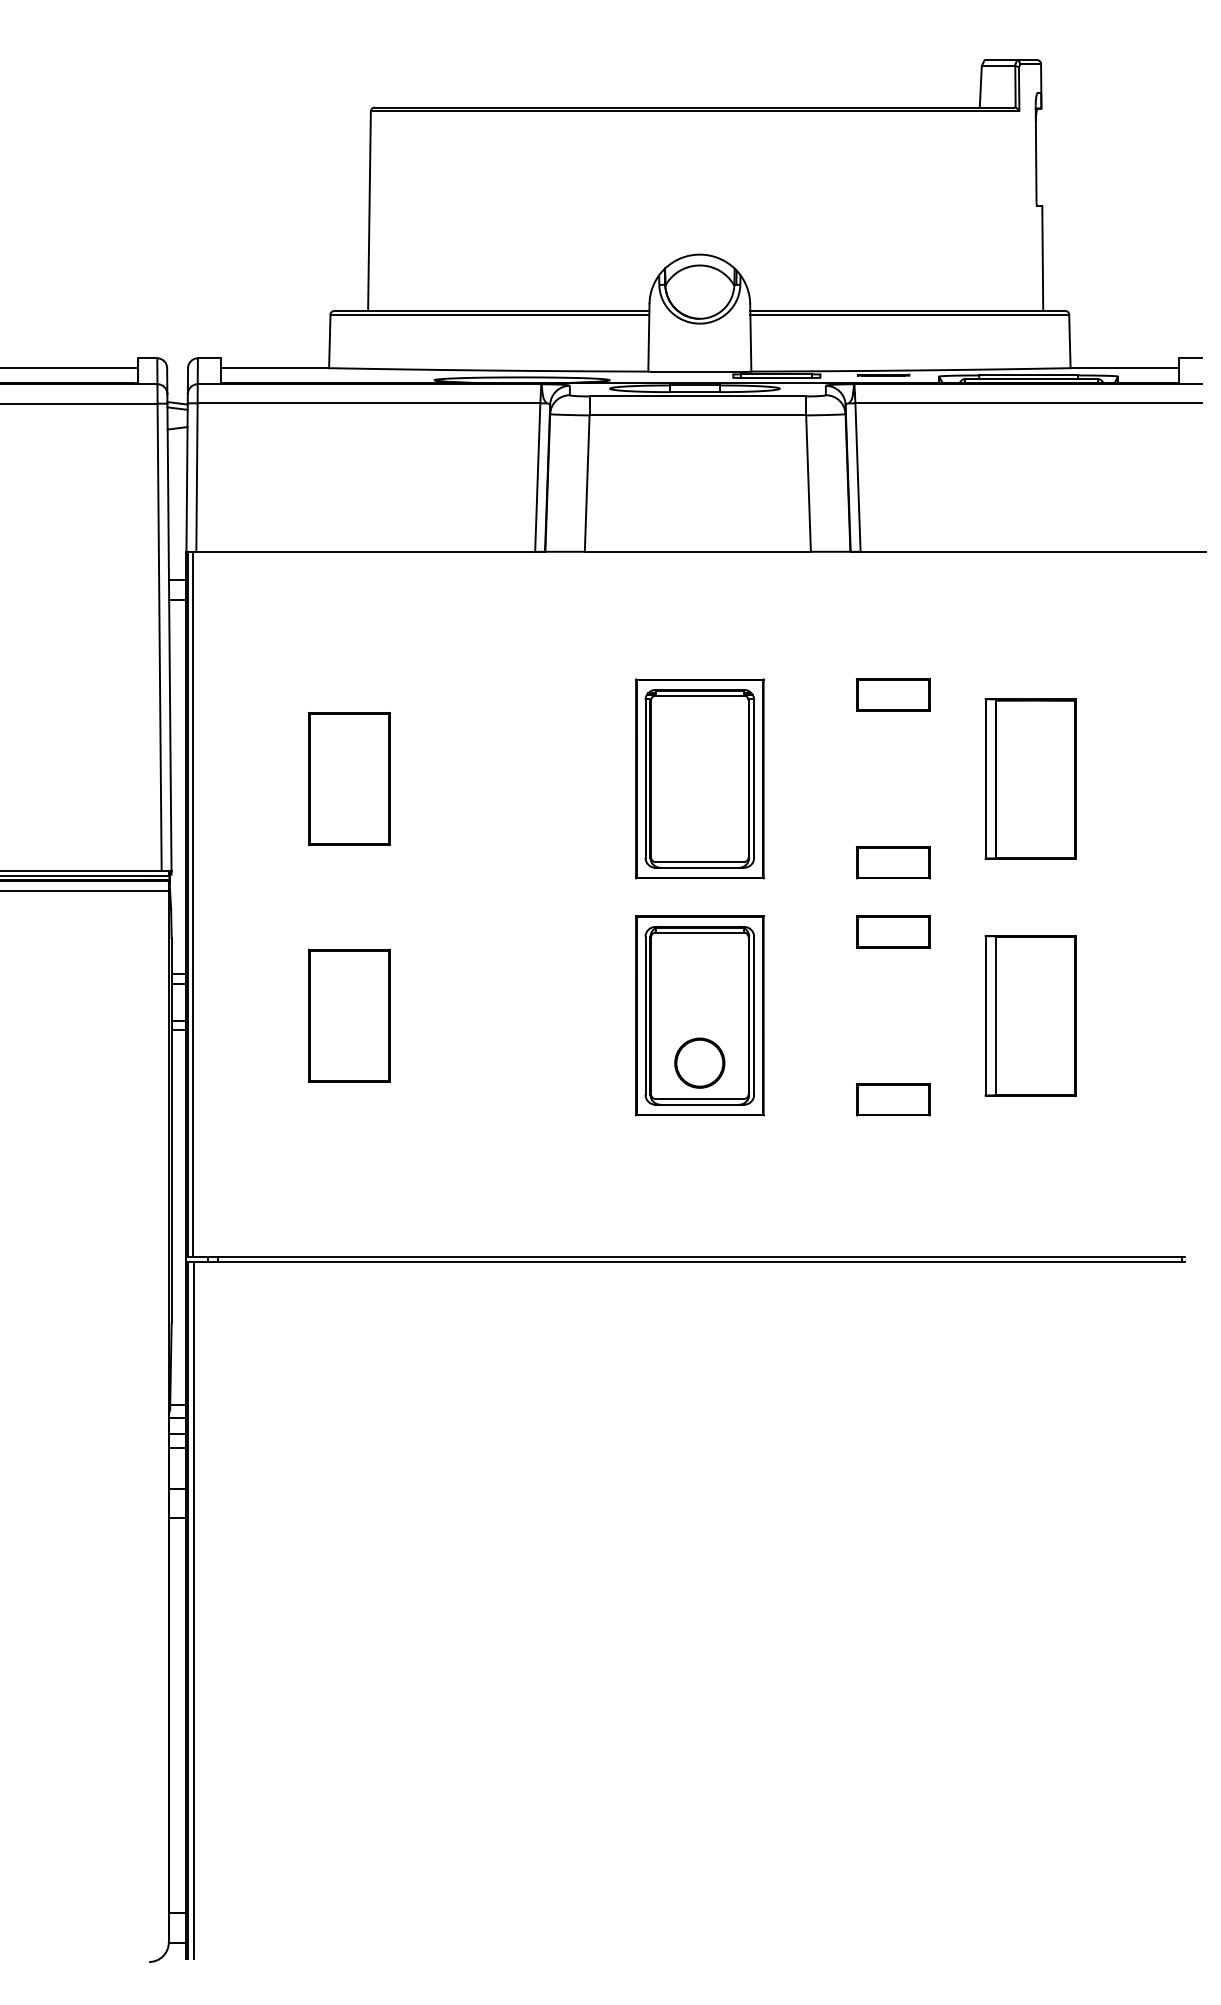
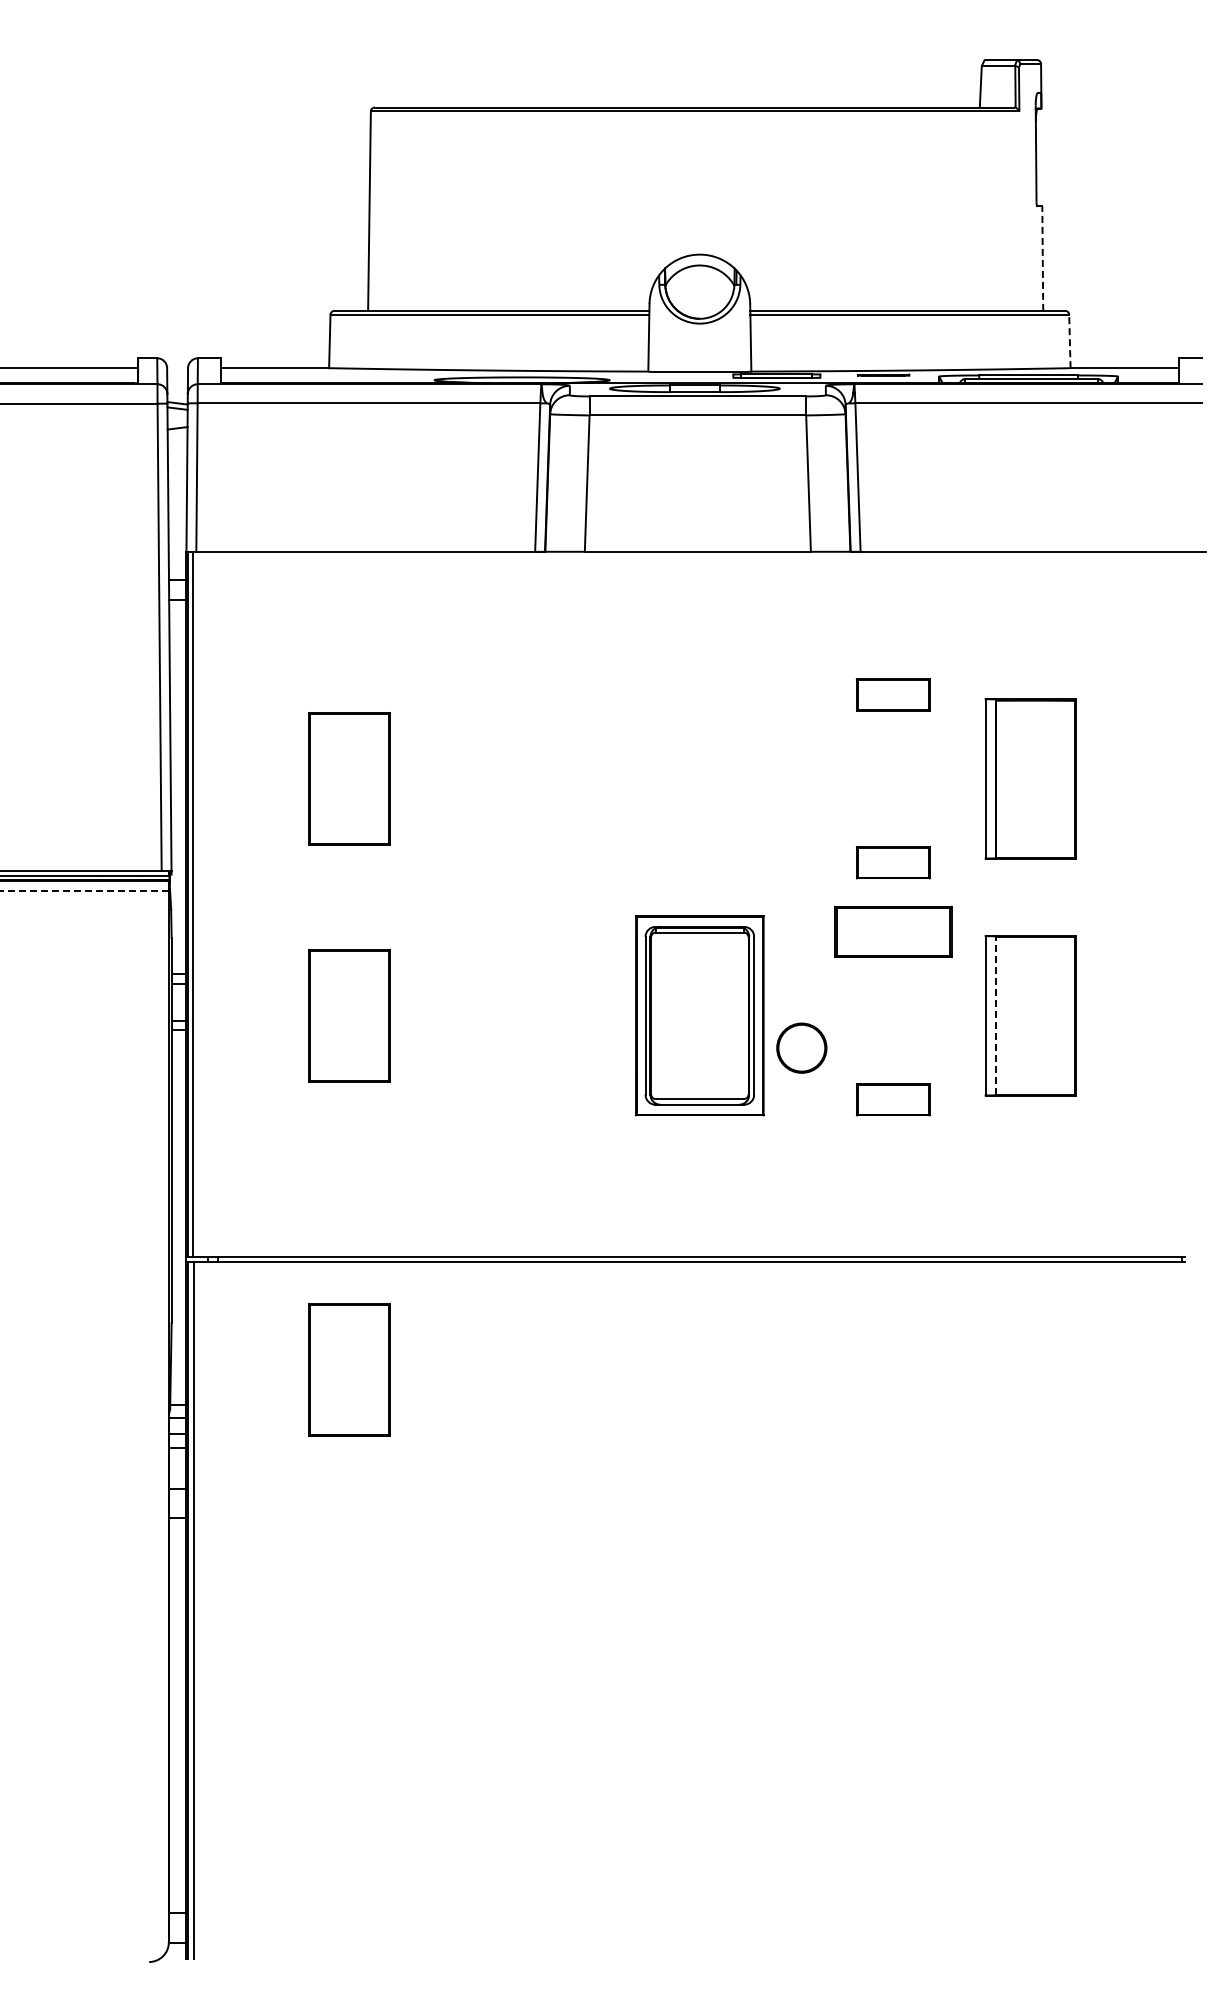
line at (1042, 258): solid -> dashed
line at (1069, 341): solid -> dashed
part at (699, 778): present -> none
line at (84, 890): solid -> dashed
part at (892, 931) size: 76x34 px -> 119x53 px
line at (995, 1015): solid -> dashed
circle at (699, 1062) position: (699, 1062) -> (801, 1047)
part at (349, 1369): none -> present
